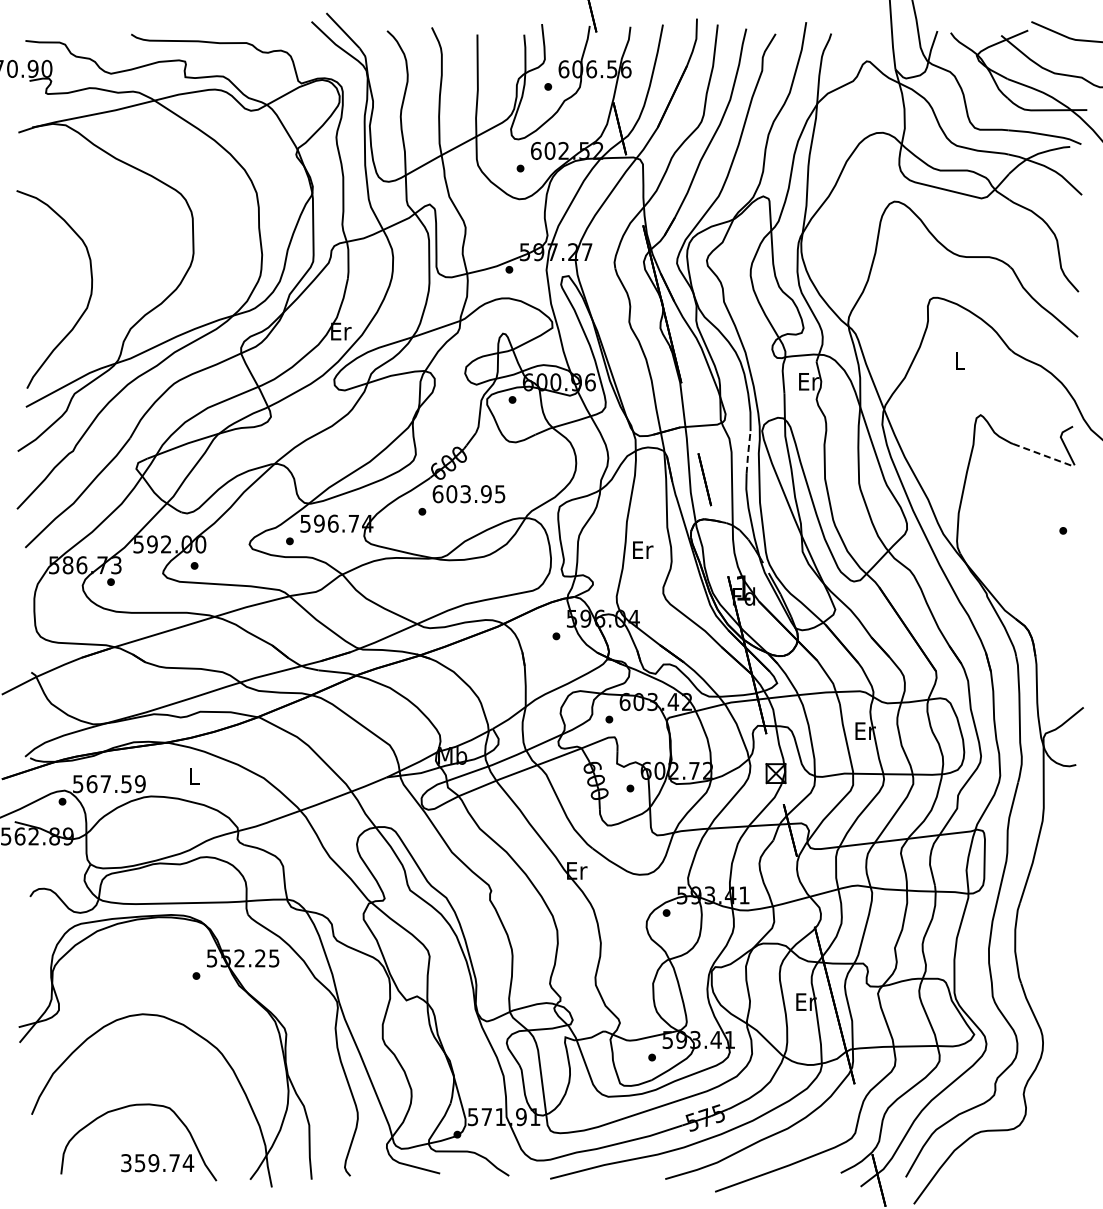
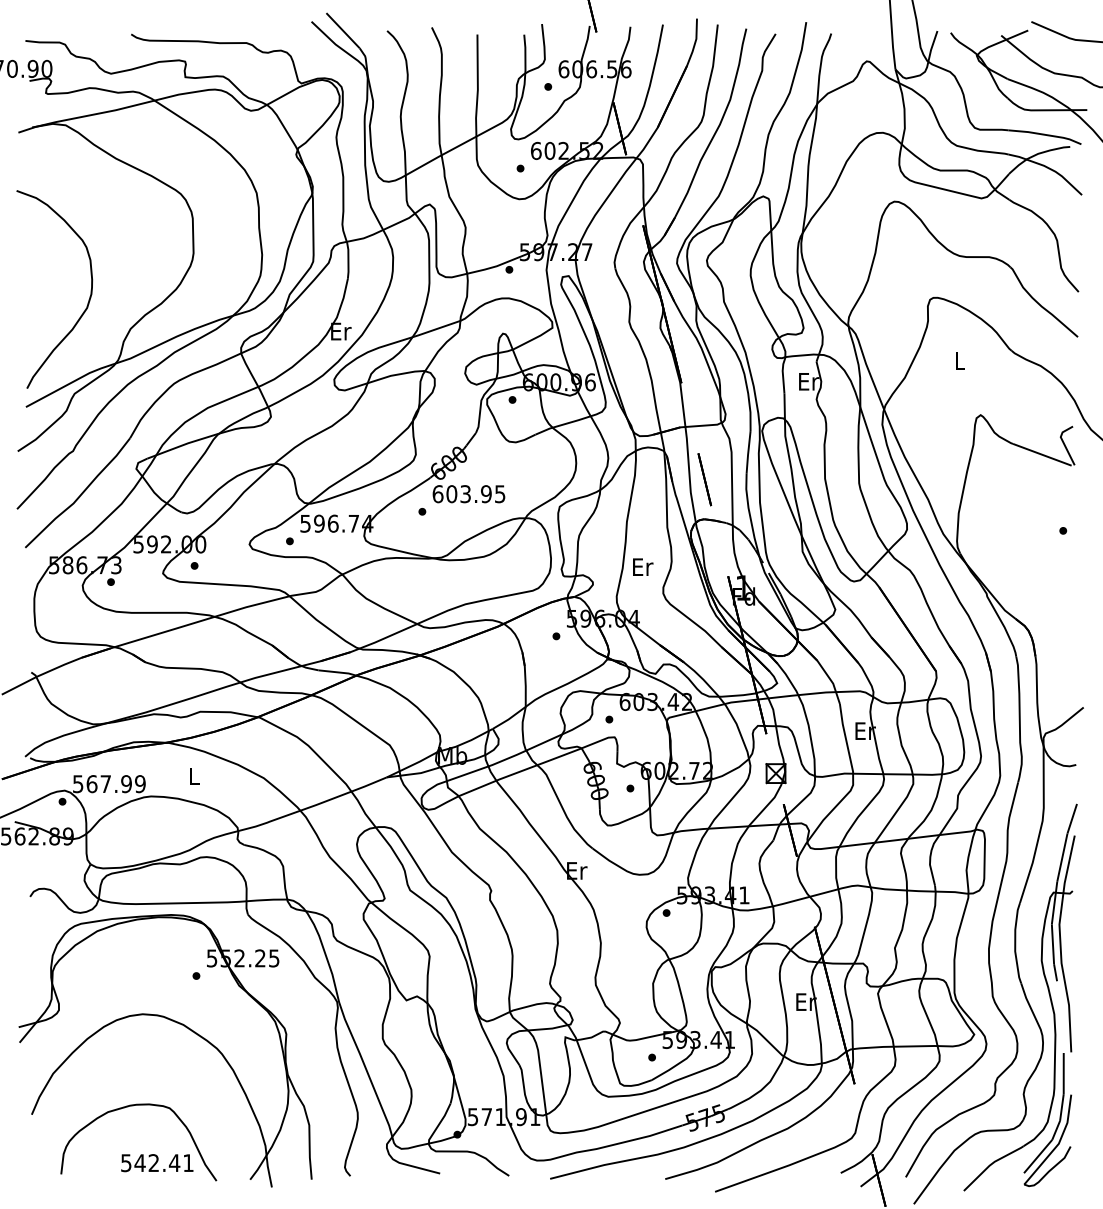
line at (748, 452): dashed -> solid
line at (1042, 454): dashed -> solid
text at (643, 549) position: (643, 549) -> (643, 566)
text at (126, 783): 567.59 -> 567.99
part at (1047, 989): none -> present
text at (157, 1163): 359.74 -> 542.41
